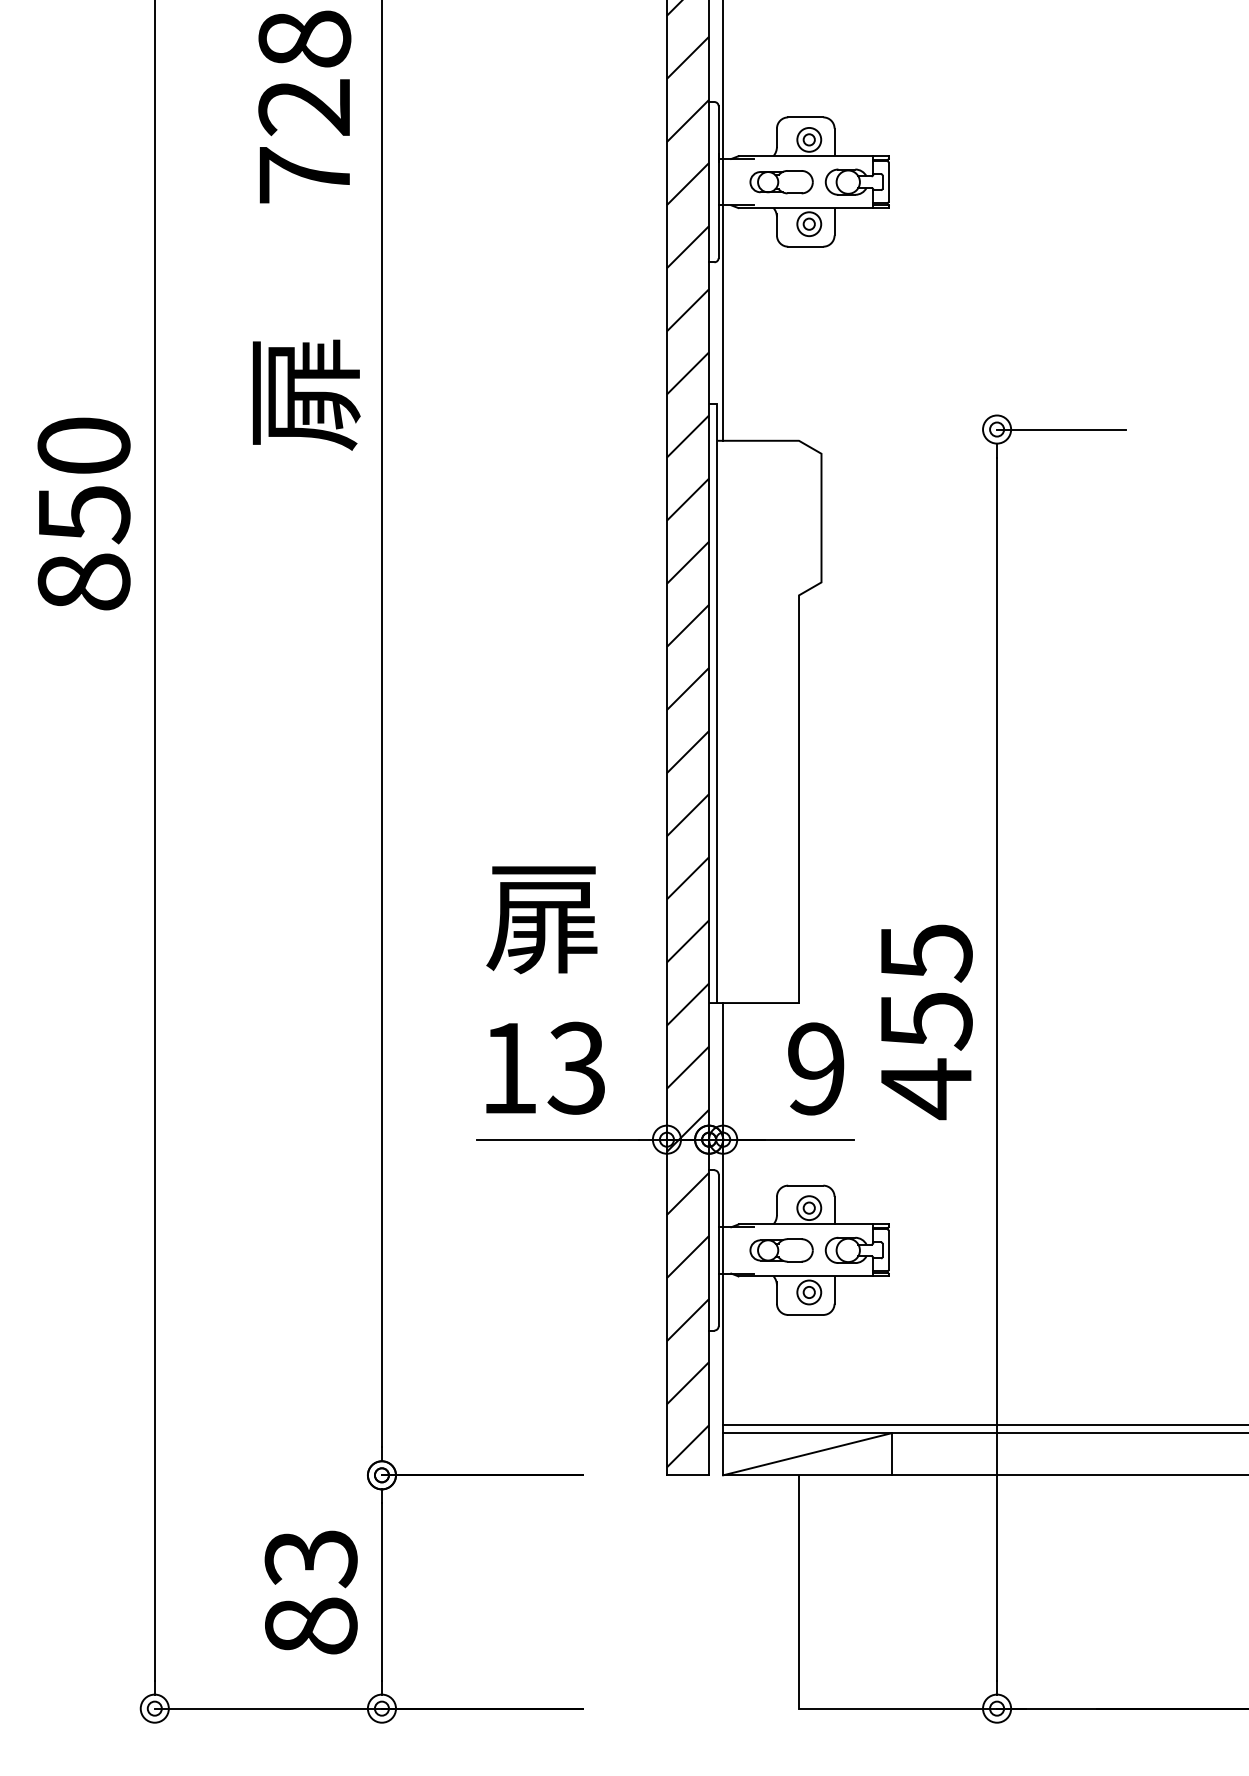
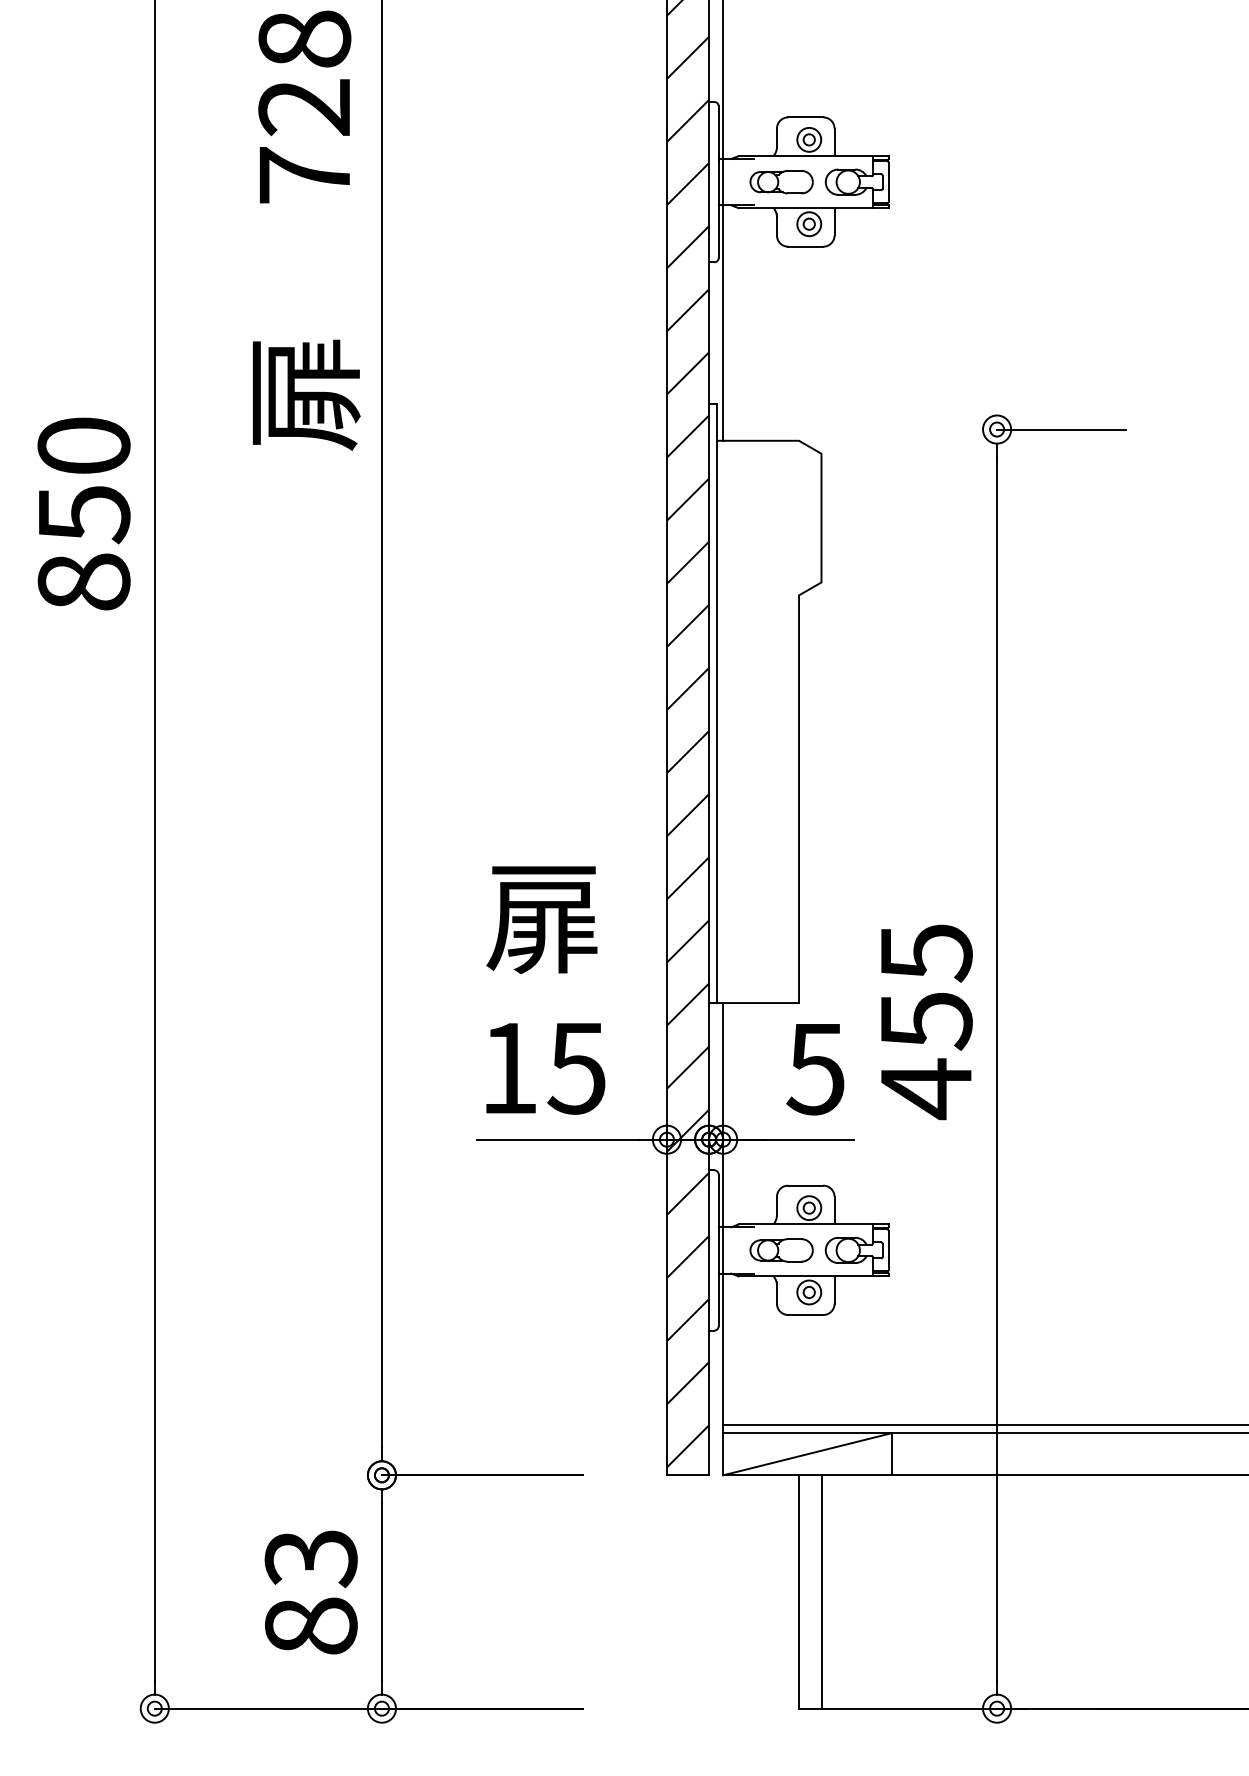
text at (576, 1067): 13 -> 15
text at (815, 1068): 9 -> 5
line at (821, 1591): none -> present
